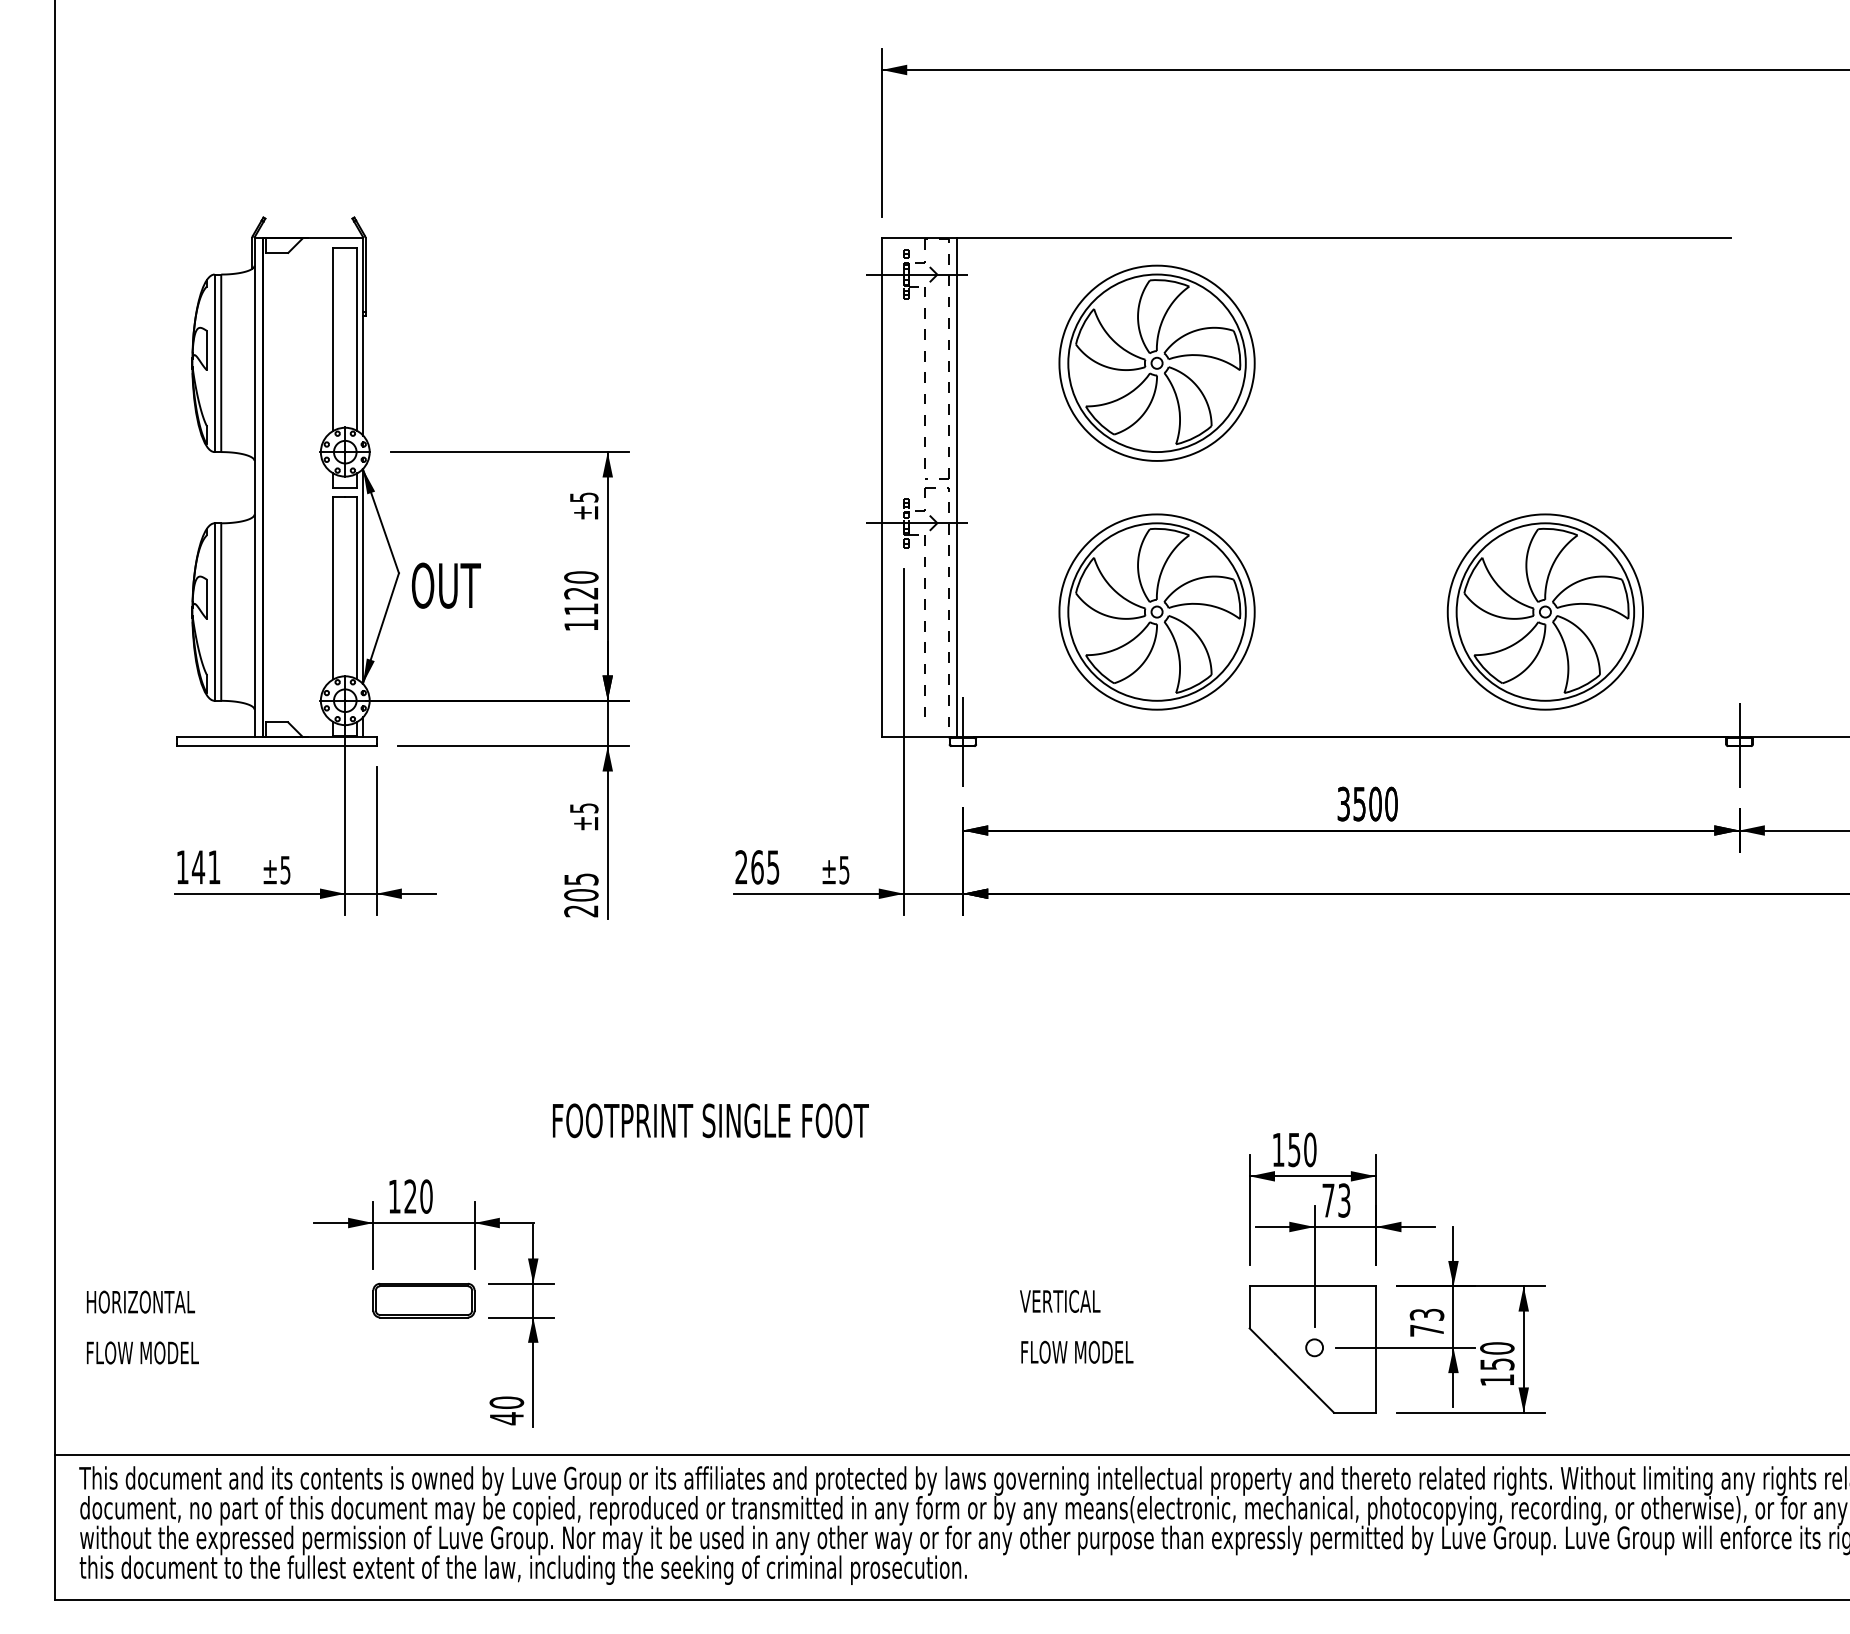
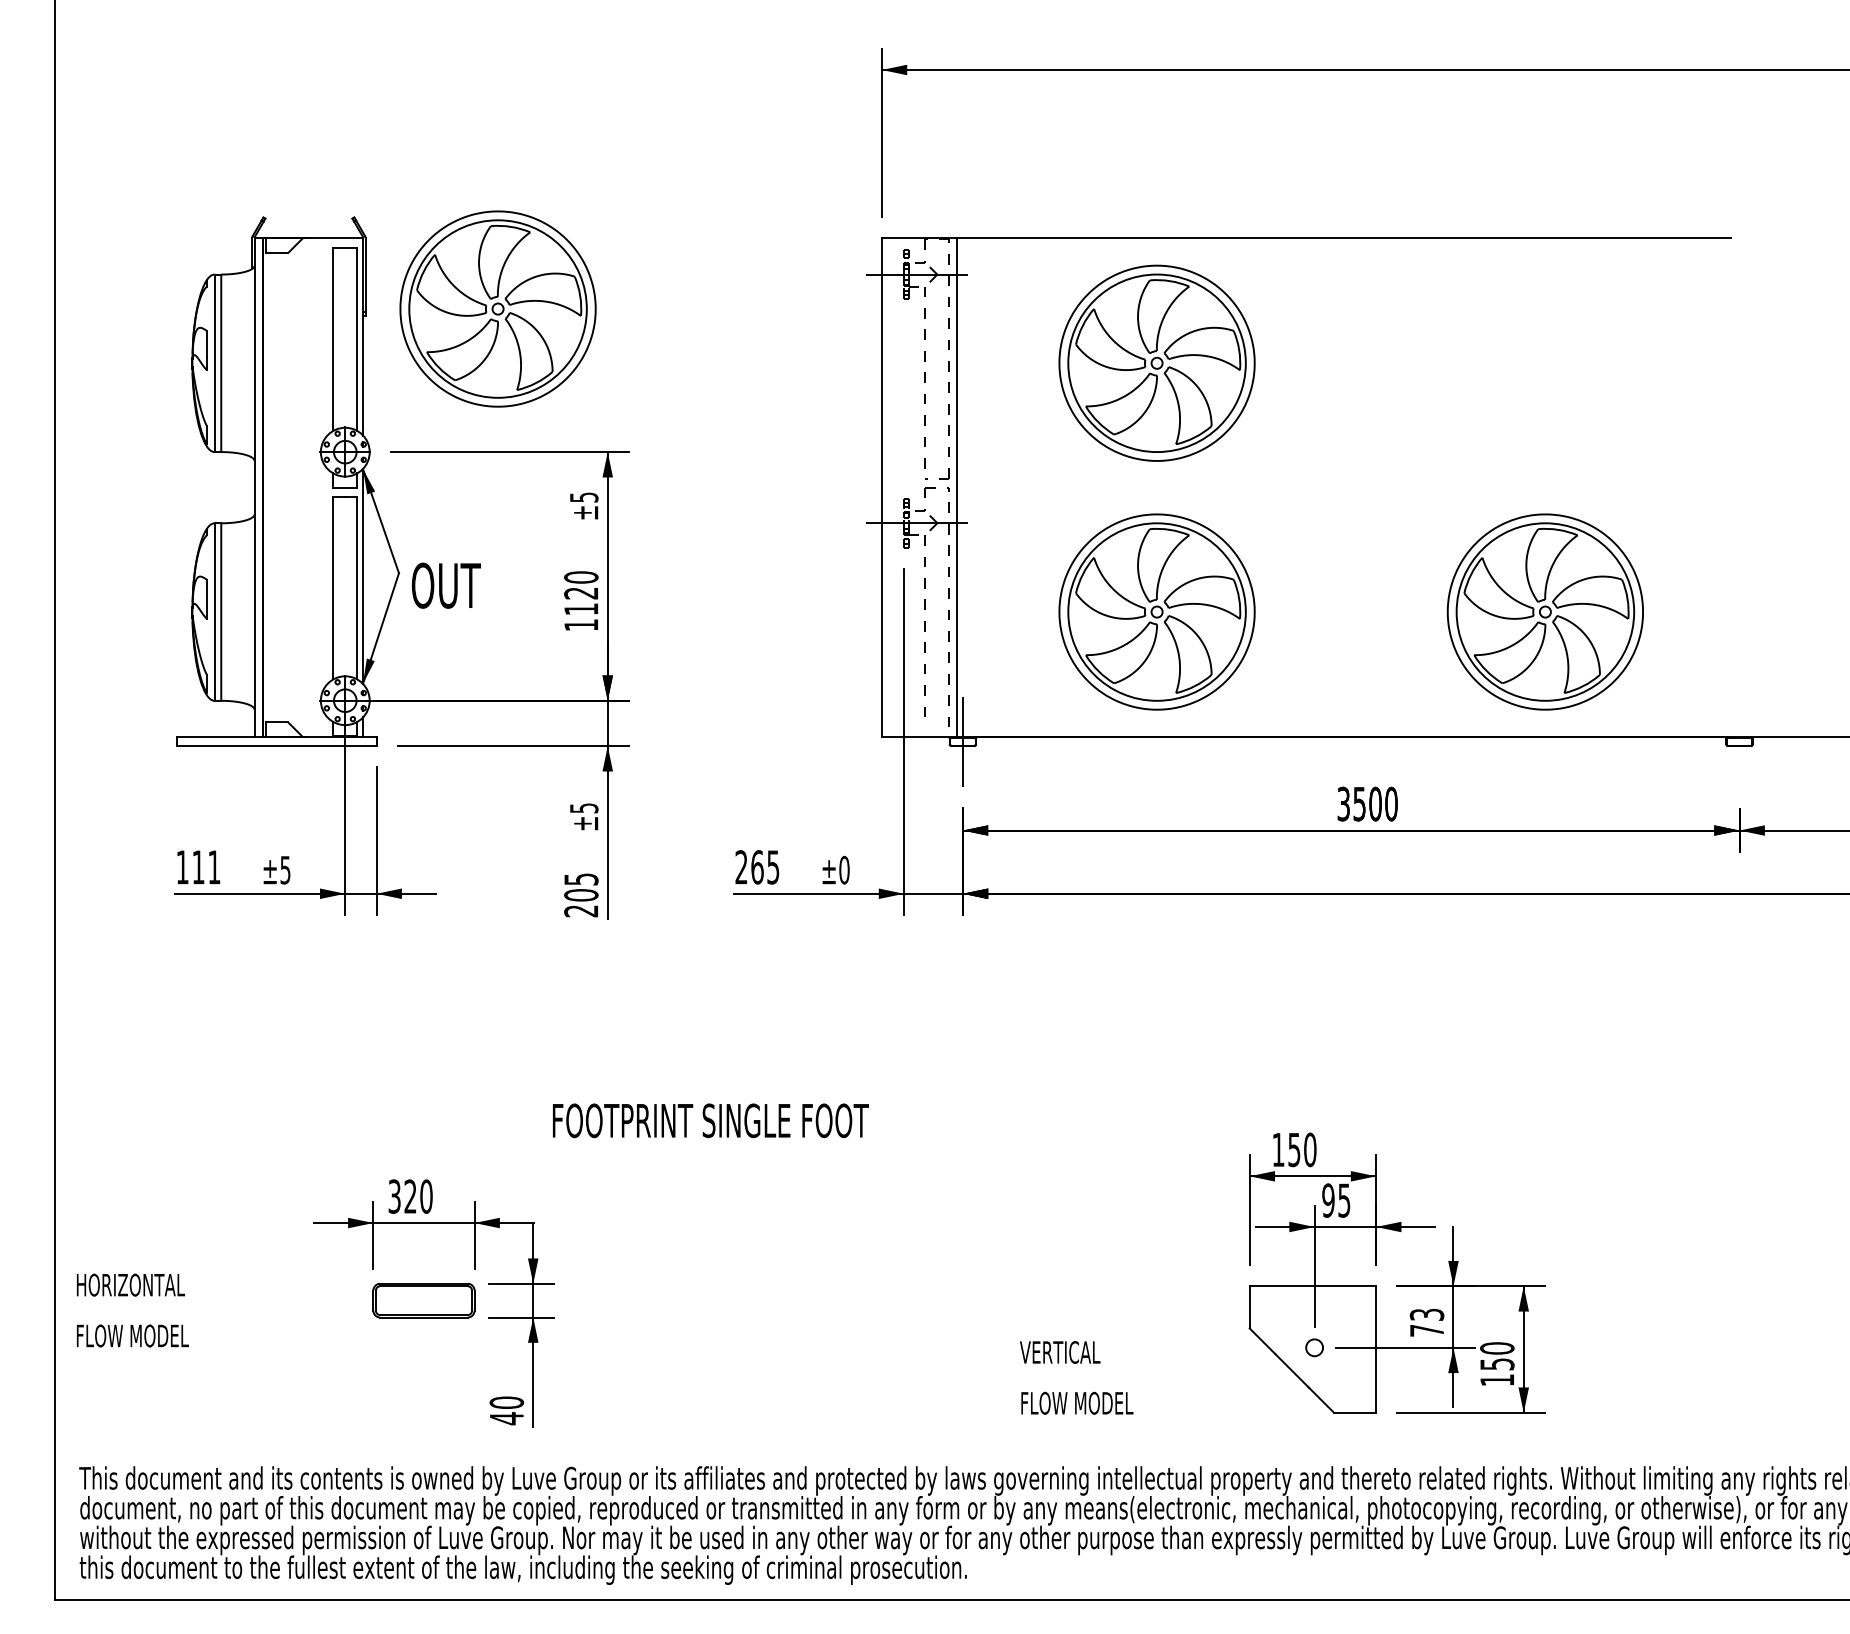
part at (497, 308): none -> present
line at (1739, 745): present -> none
text at (198, 867): 141 -> 111
text at (844, 869): ±5 -> ±0
text at (394, 1196): 120 -> 320
text at (1336, 1200): 73 -> 95
text at (1076, 1326) position: (1076, 1326) -> (1076, 1377)
text at (142, 1327) position: (142, 1327) -> (132, 1310)
line at (950, 1454): present -> none
